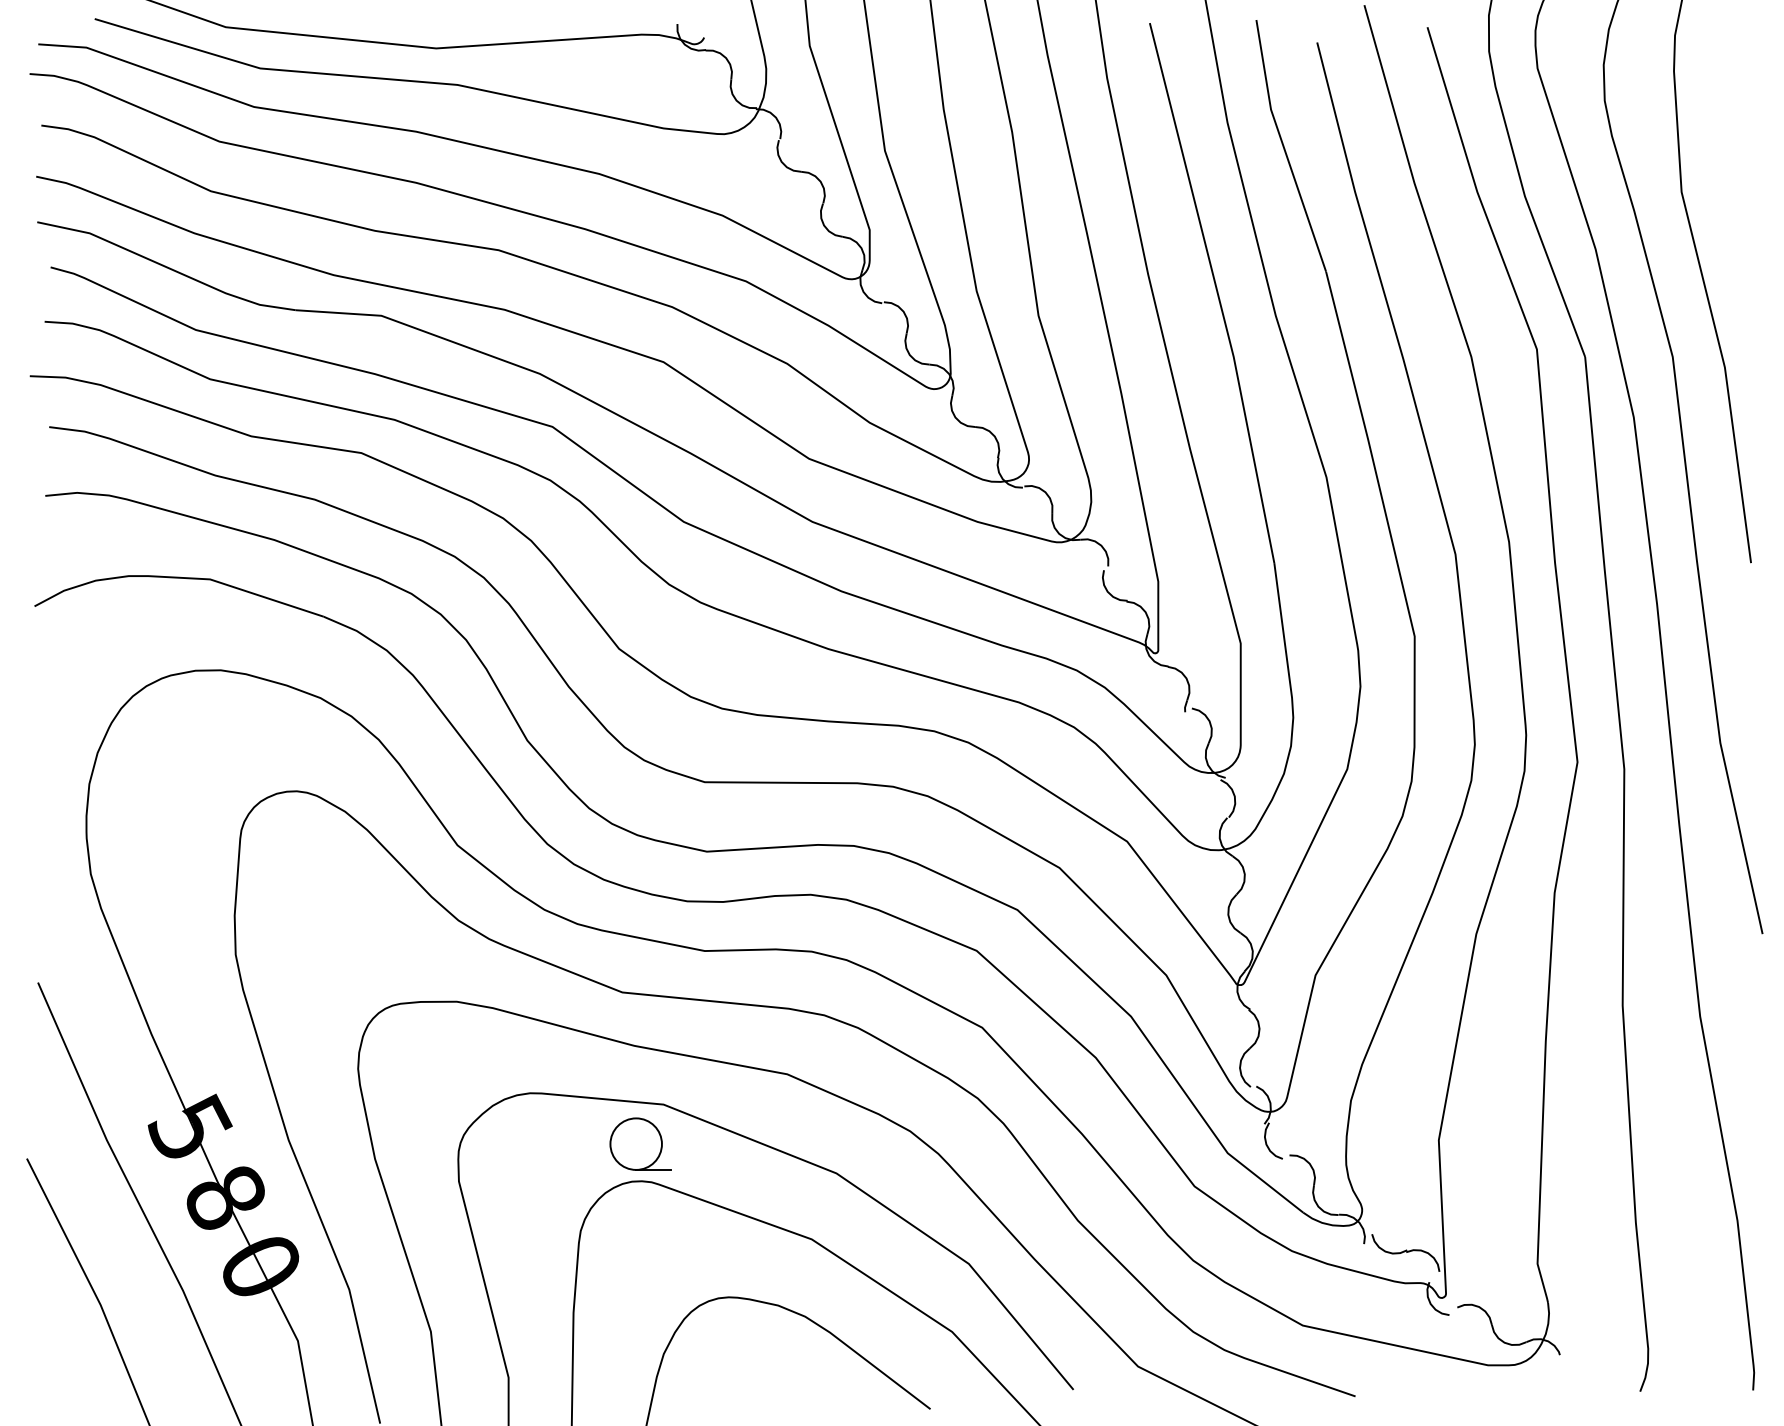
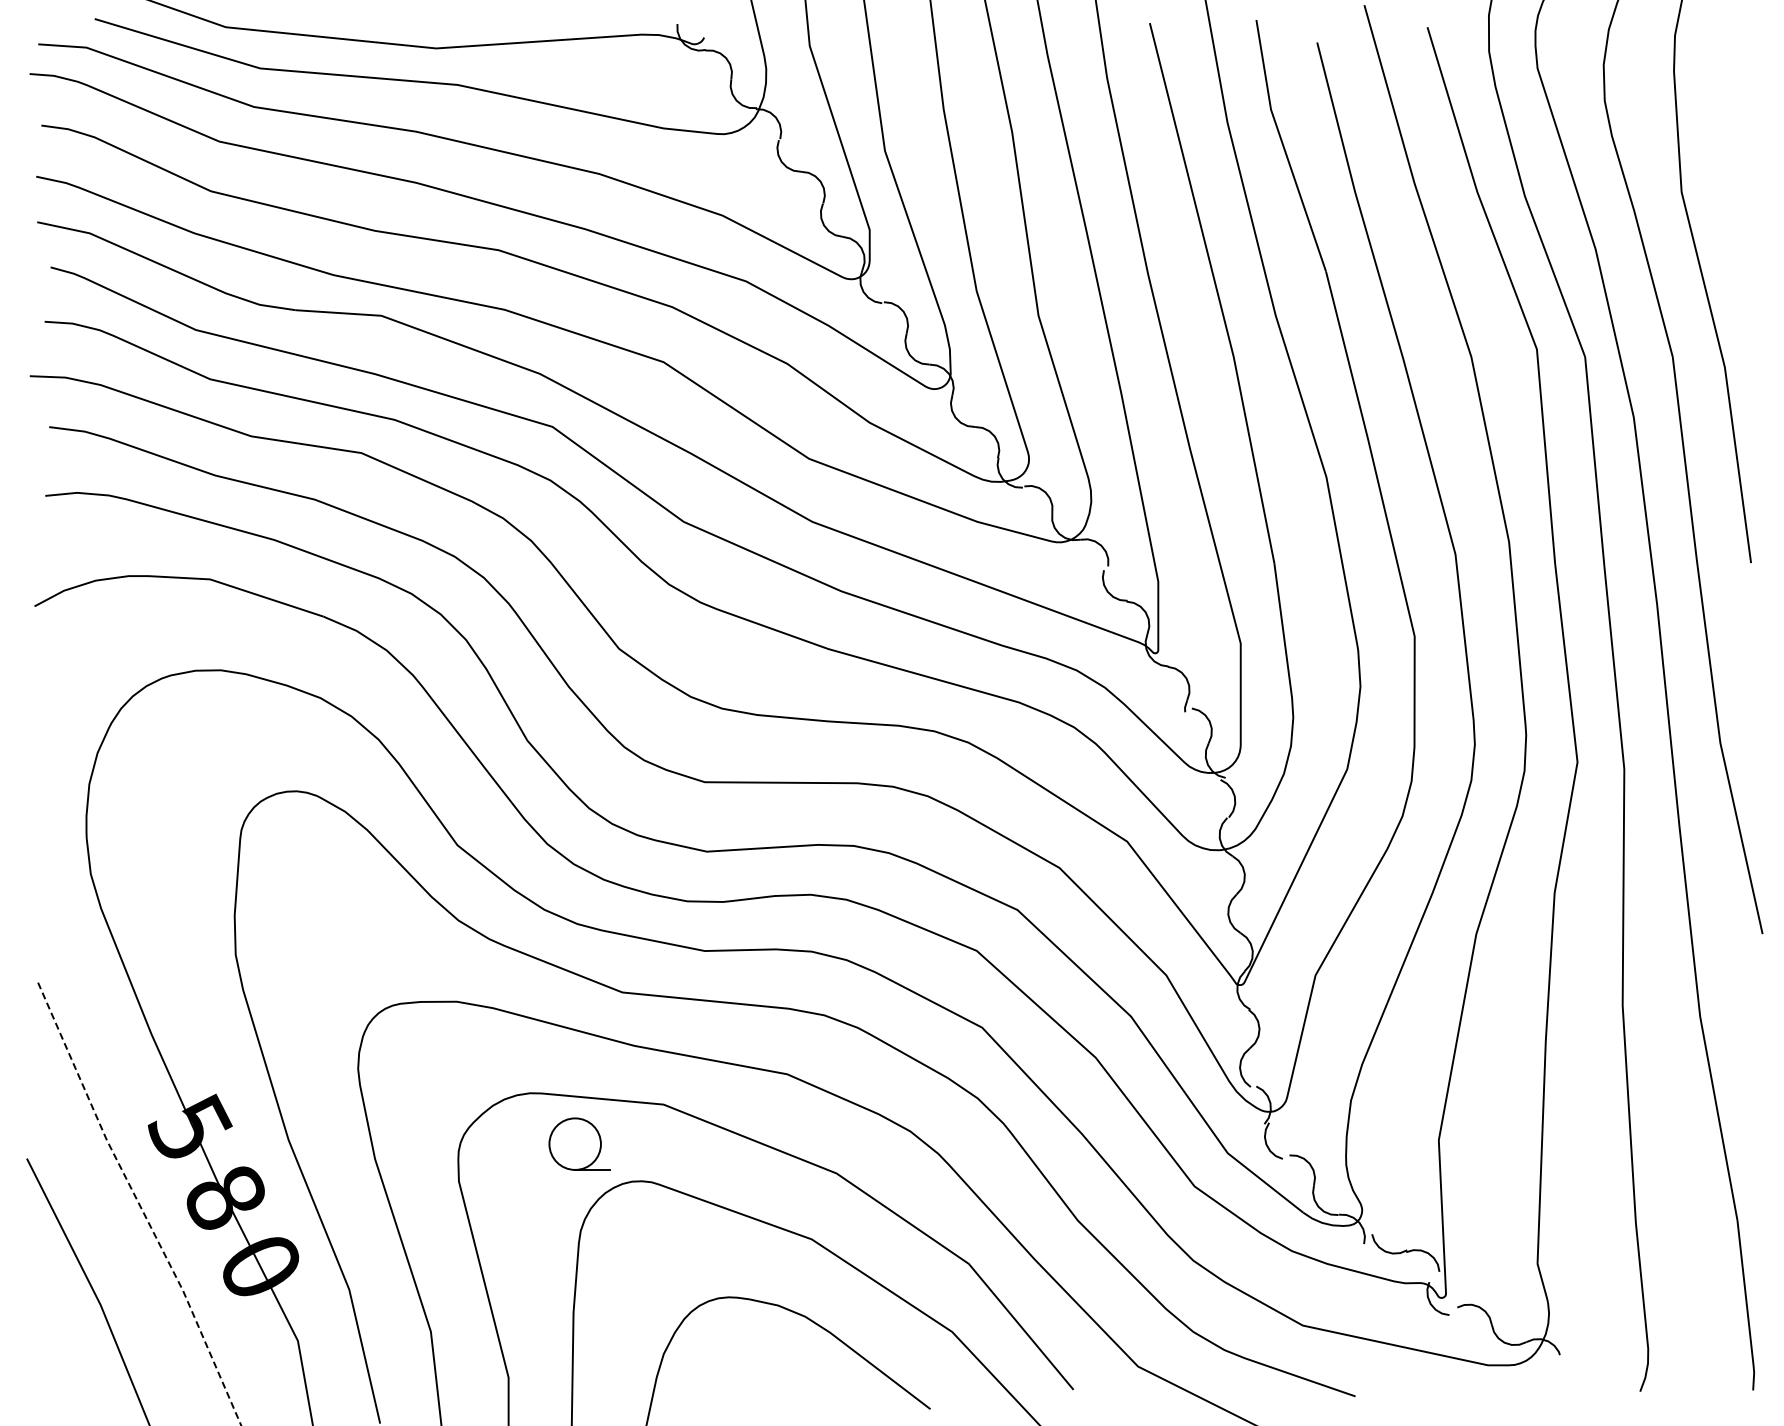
part at (640, 1143) position: (640, 1143) -> (579, 1143)
line at (138, 1203): solid -> dashed
